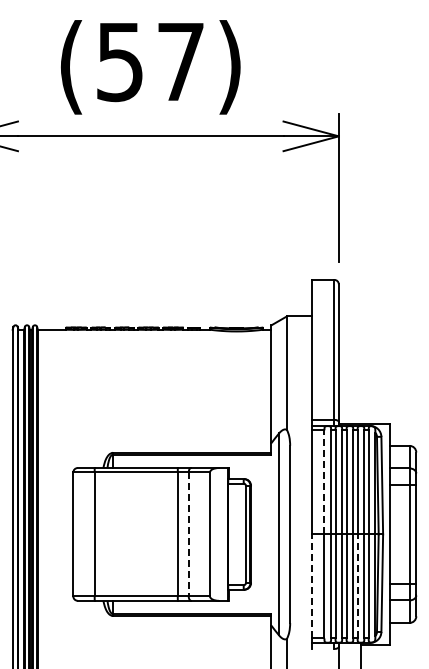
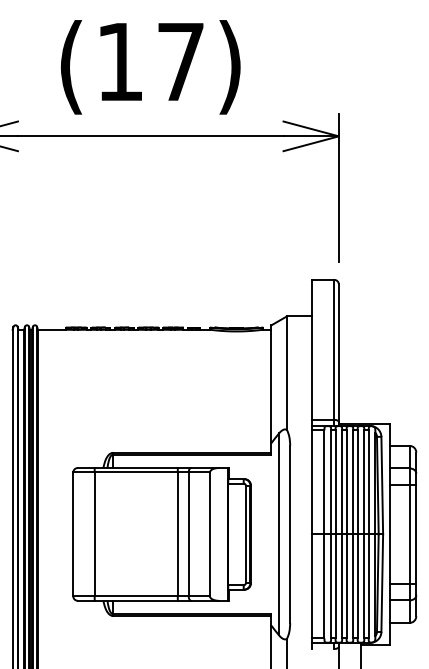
text at (119, 62): (57) -> (17)
line at (324, 481): dashed -> solid
line at (188, 534): dashed -> solid
line at (312, 585): dashed -> solid
line at (357, 585): dashed -> solid
